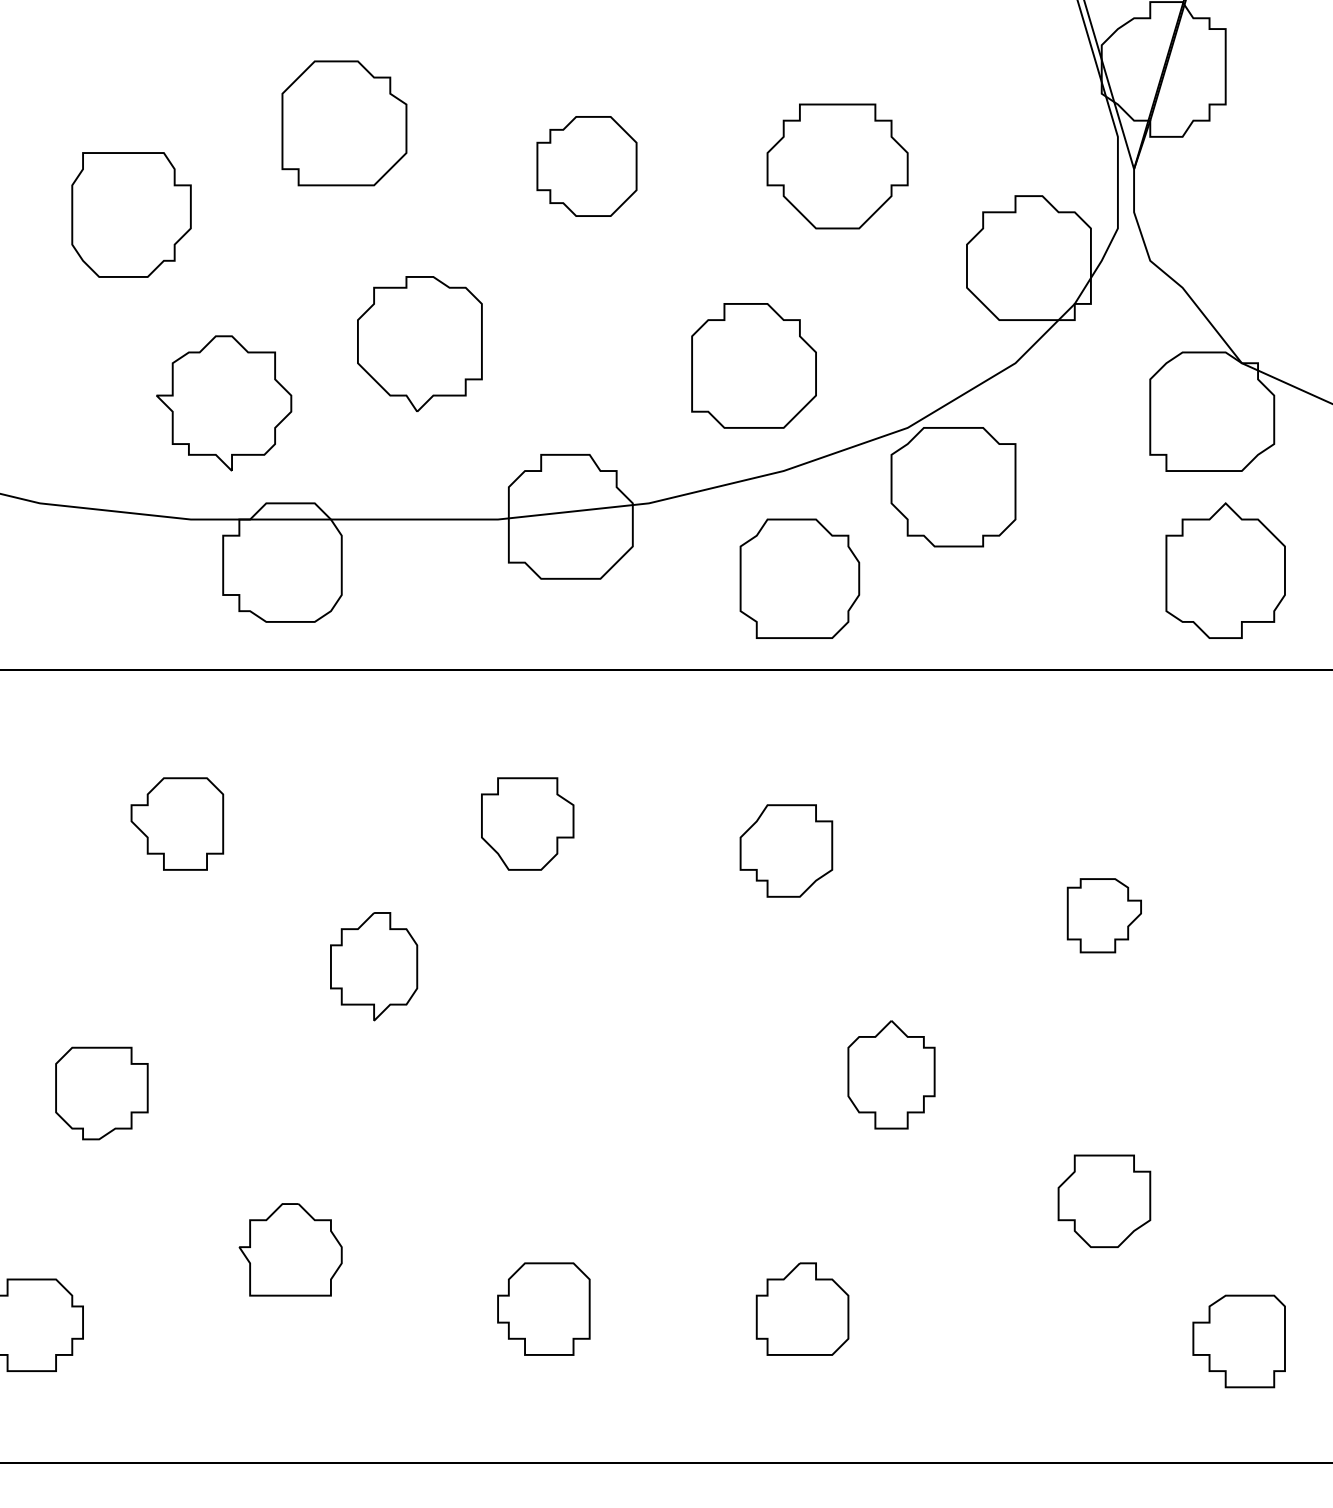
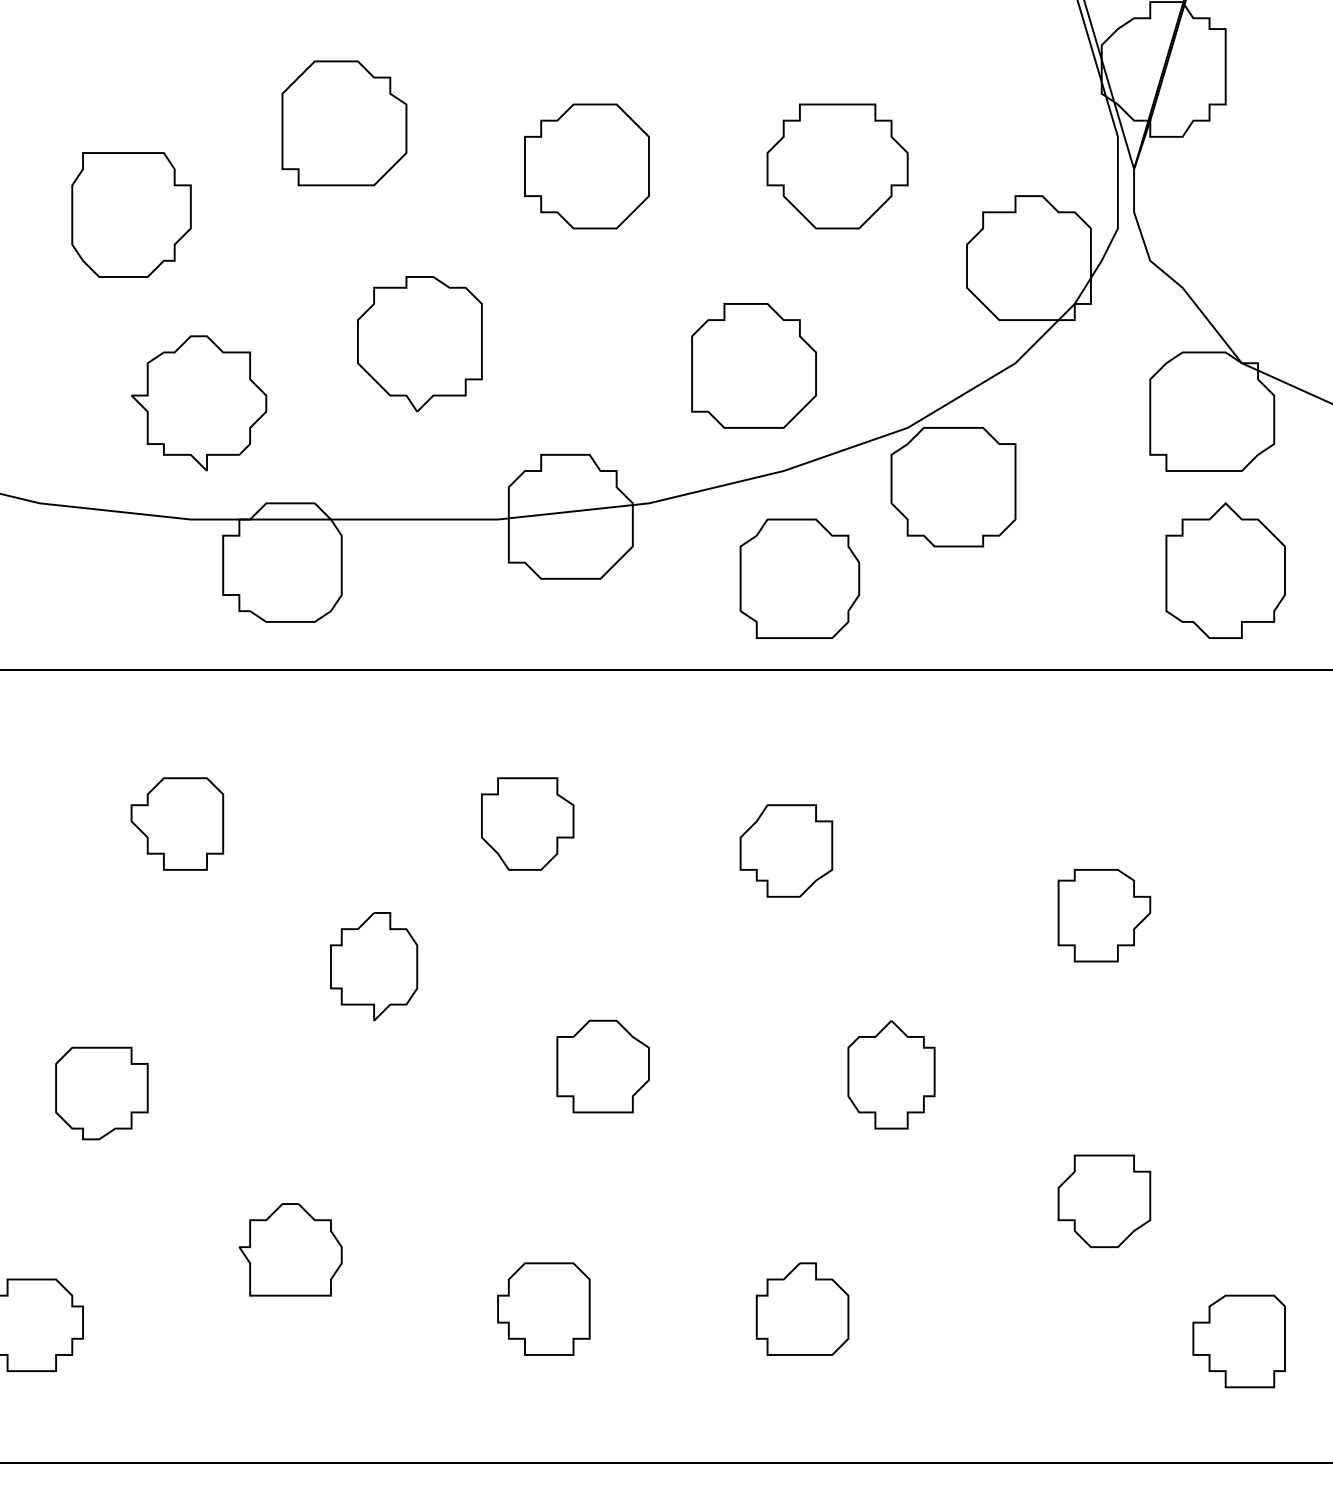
part at (586, 166) size: 102x101 px -> 126x127 px
part at (224, 403) position: (224, 403) -> (199, 403)
part at (1103, 915) size: 76x76 px -> 95x94 px
part at (602, 1066): none -> present
